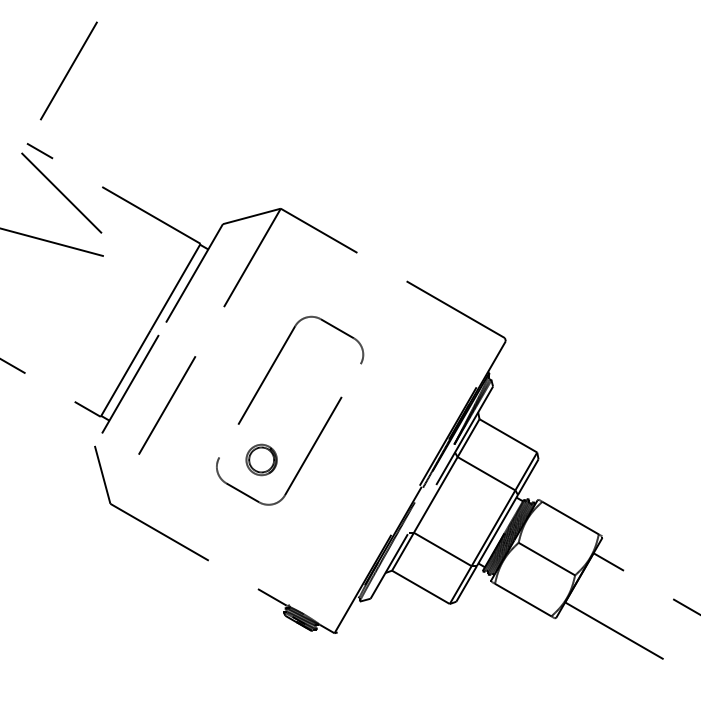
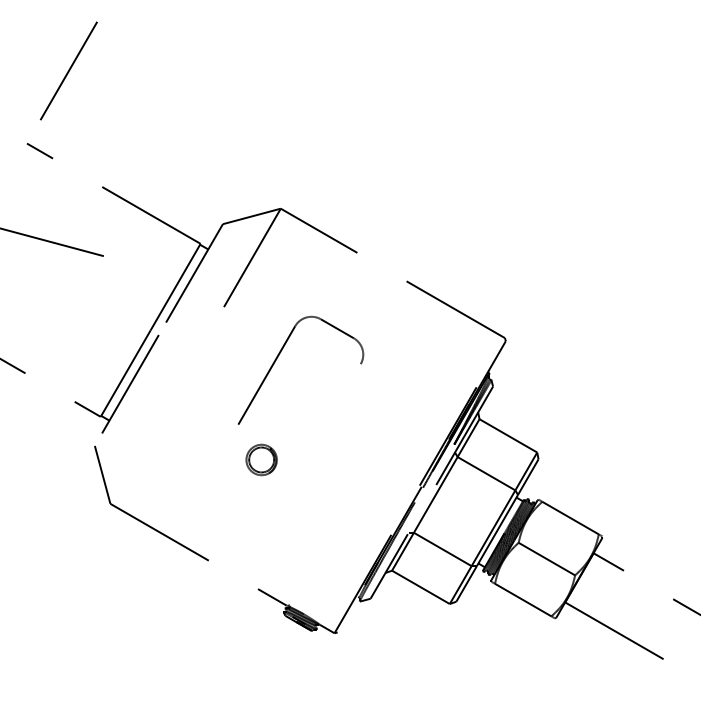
line at (61, 192): present -> none
line at (167, 405): present -> none
part at (302, 462): present -> none
